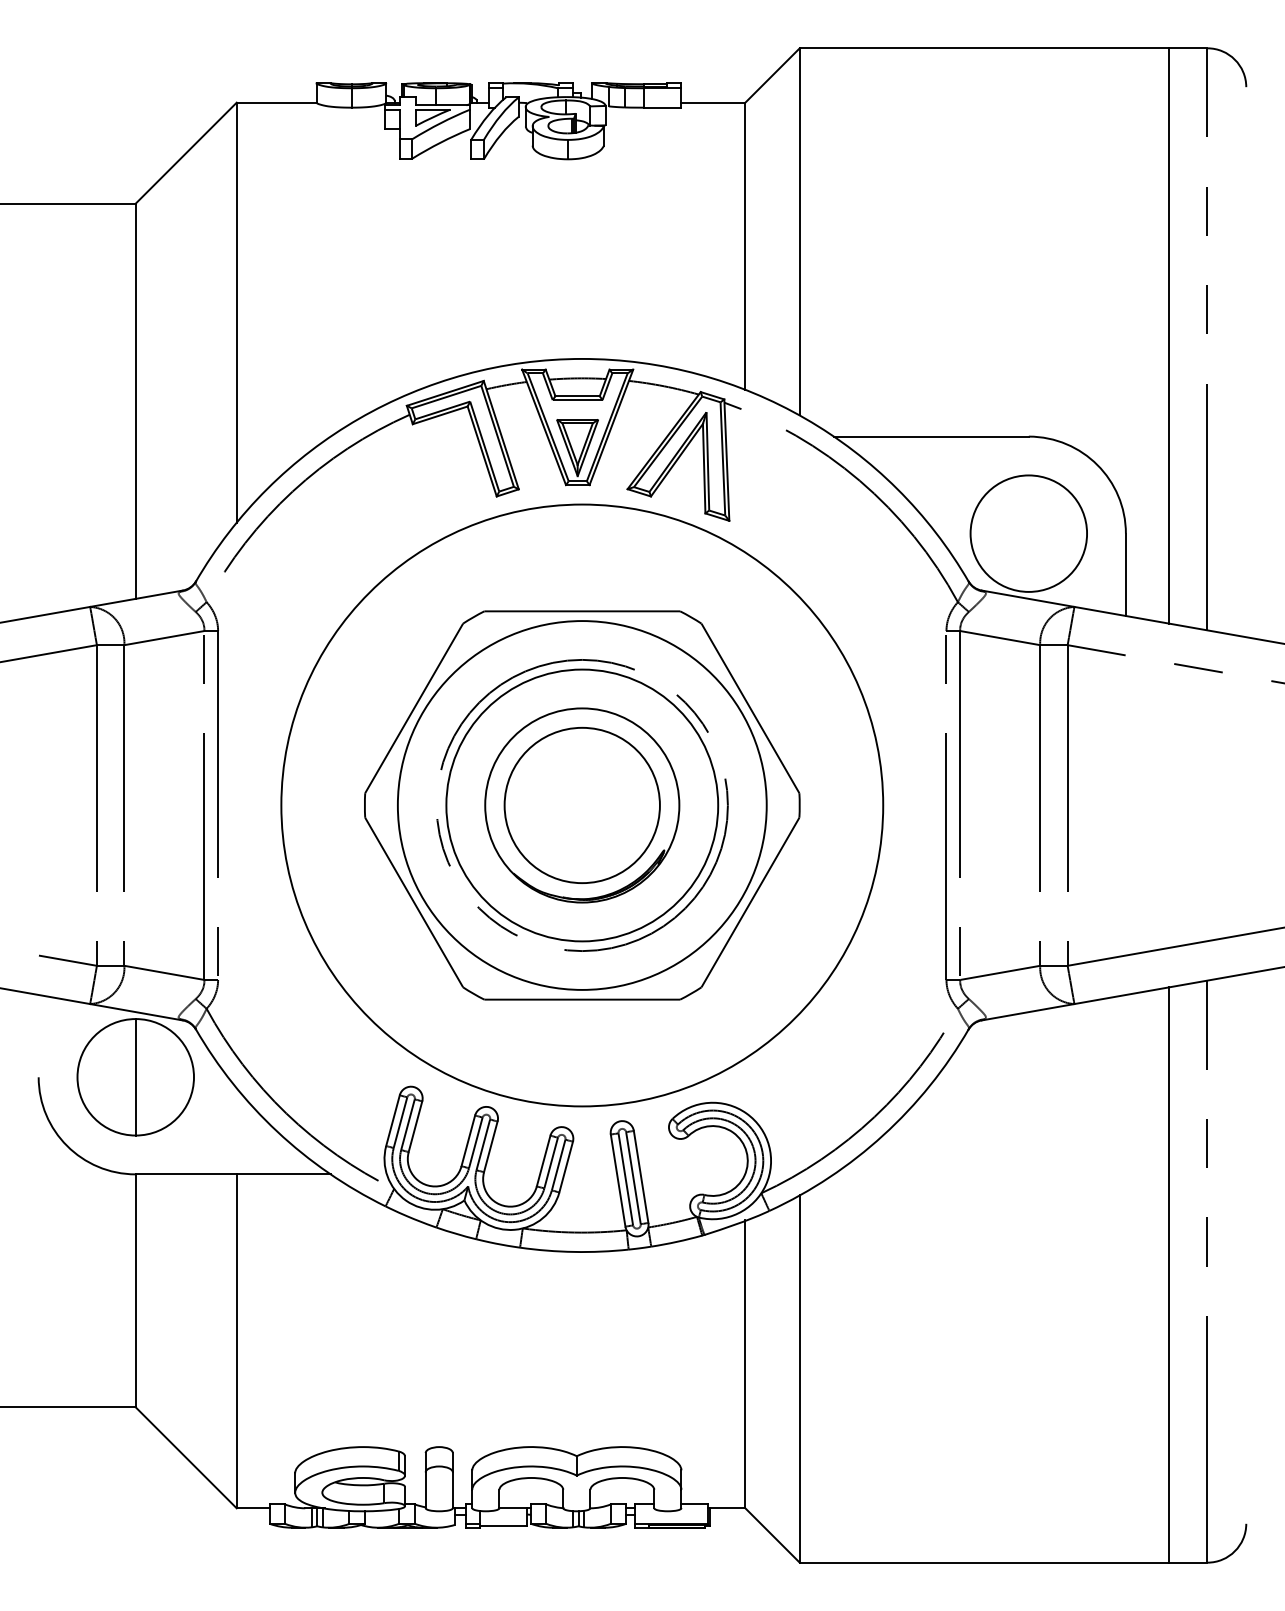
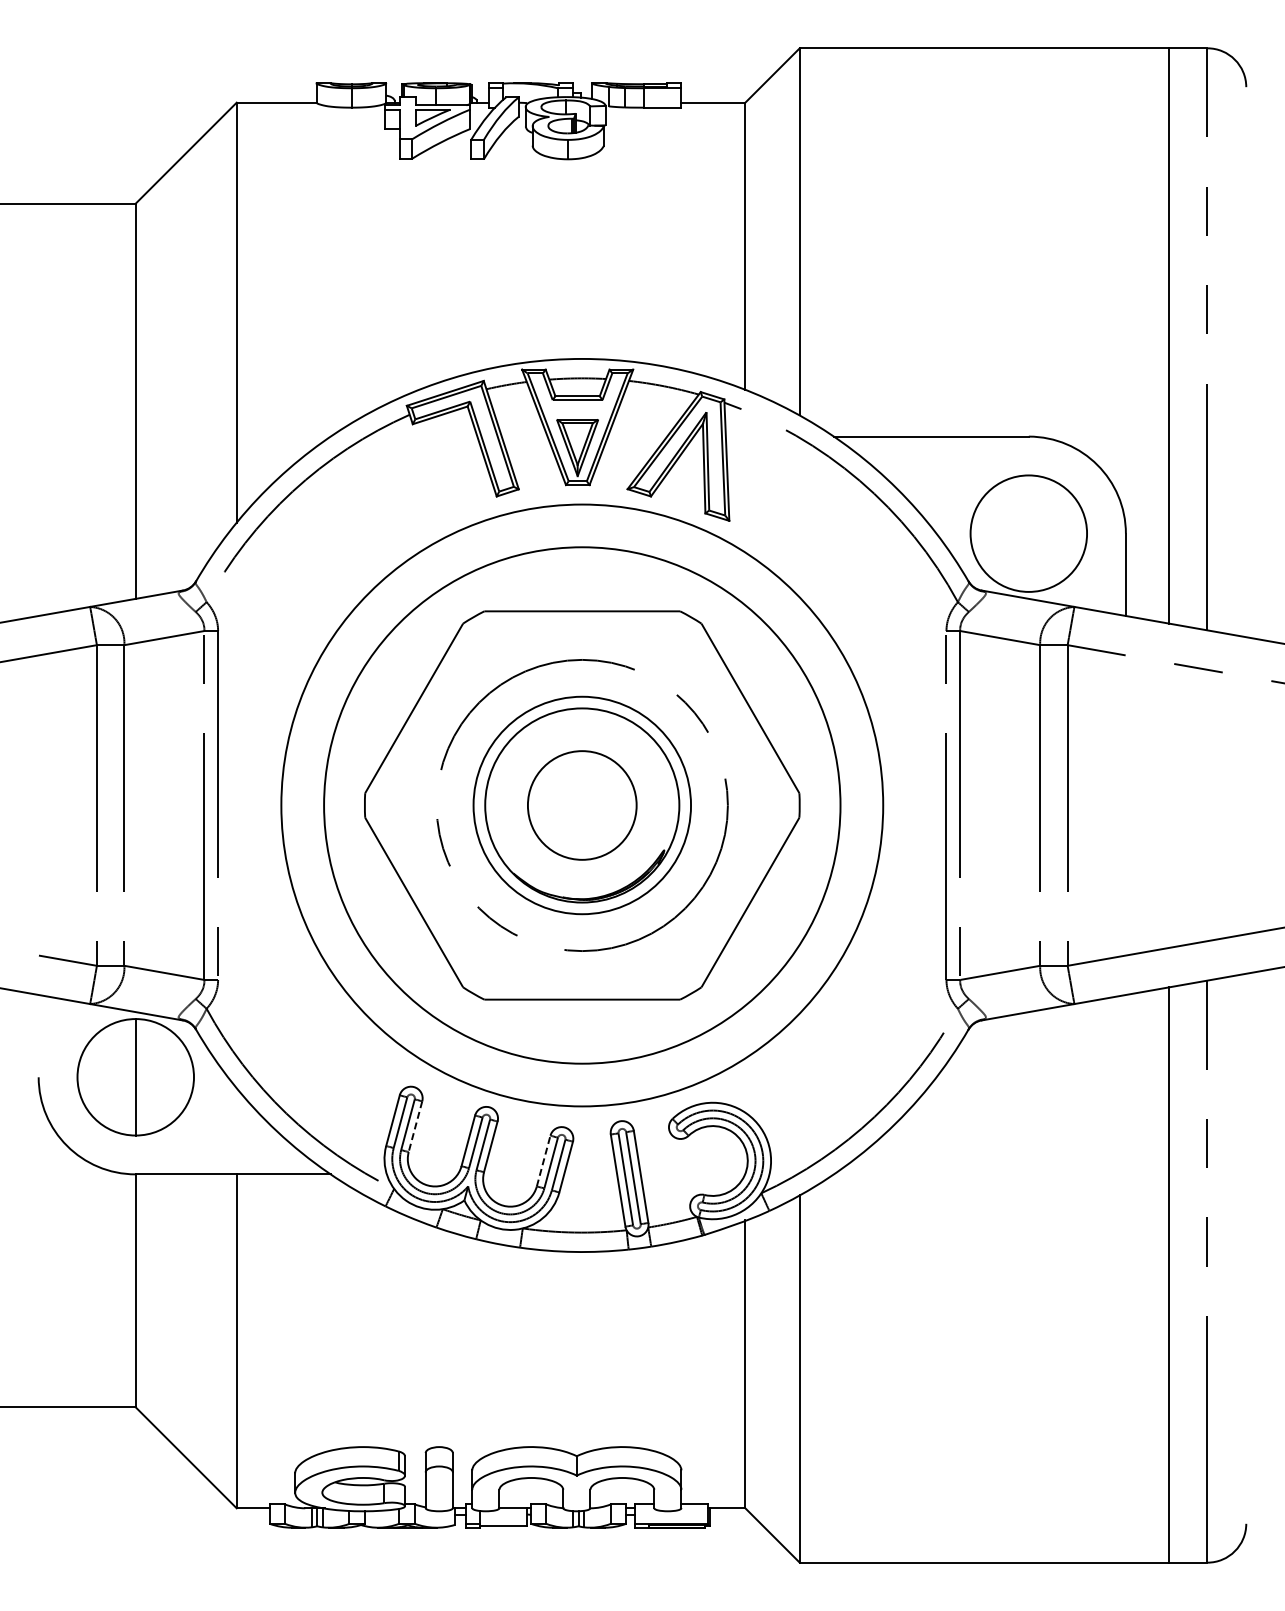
circle at (581, 805) diameter: 155 px -> 109 px
circle at (581, 805) diameter: 369 px -> 516 px
circle at (582, 805) diameter: 272 px -> 217 px
line at (415, 1127): solid -> dashed
line at (543, 1160): solid -> dashed
